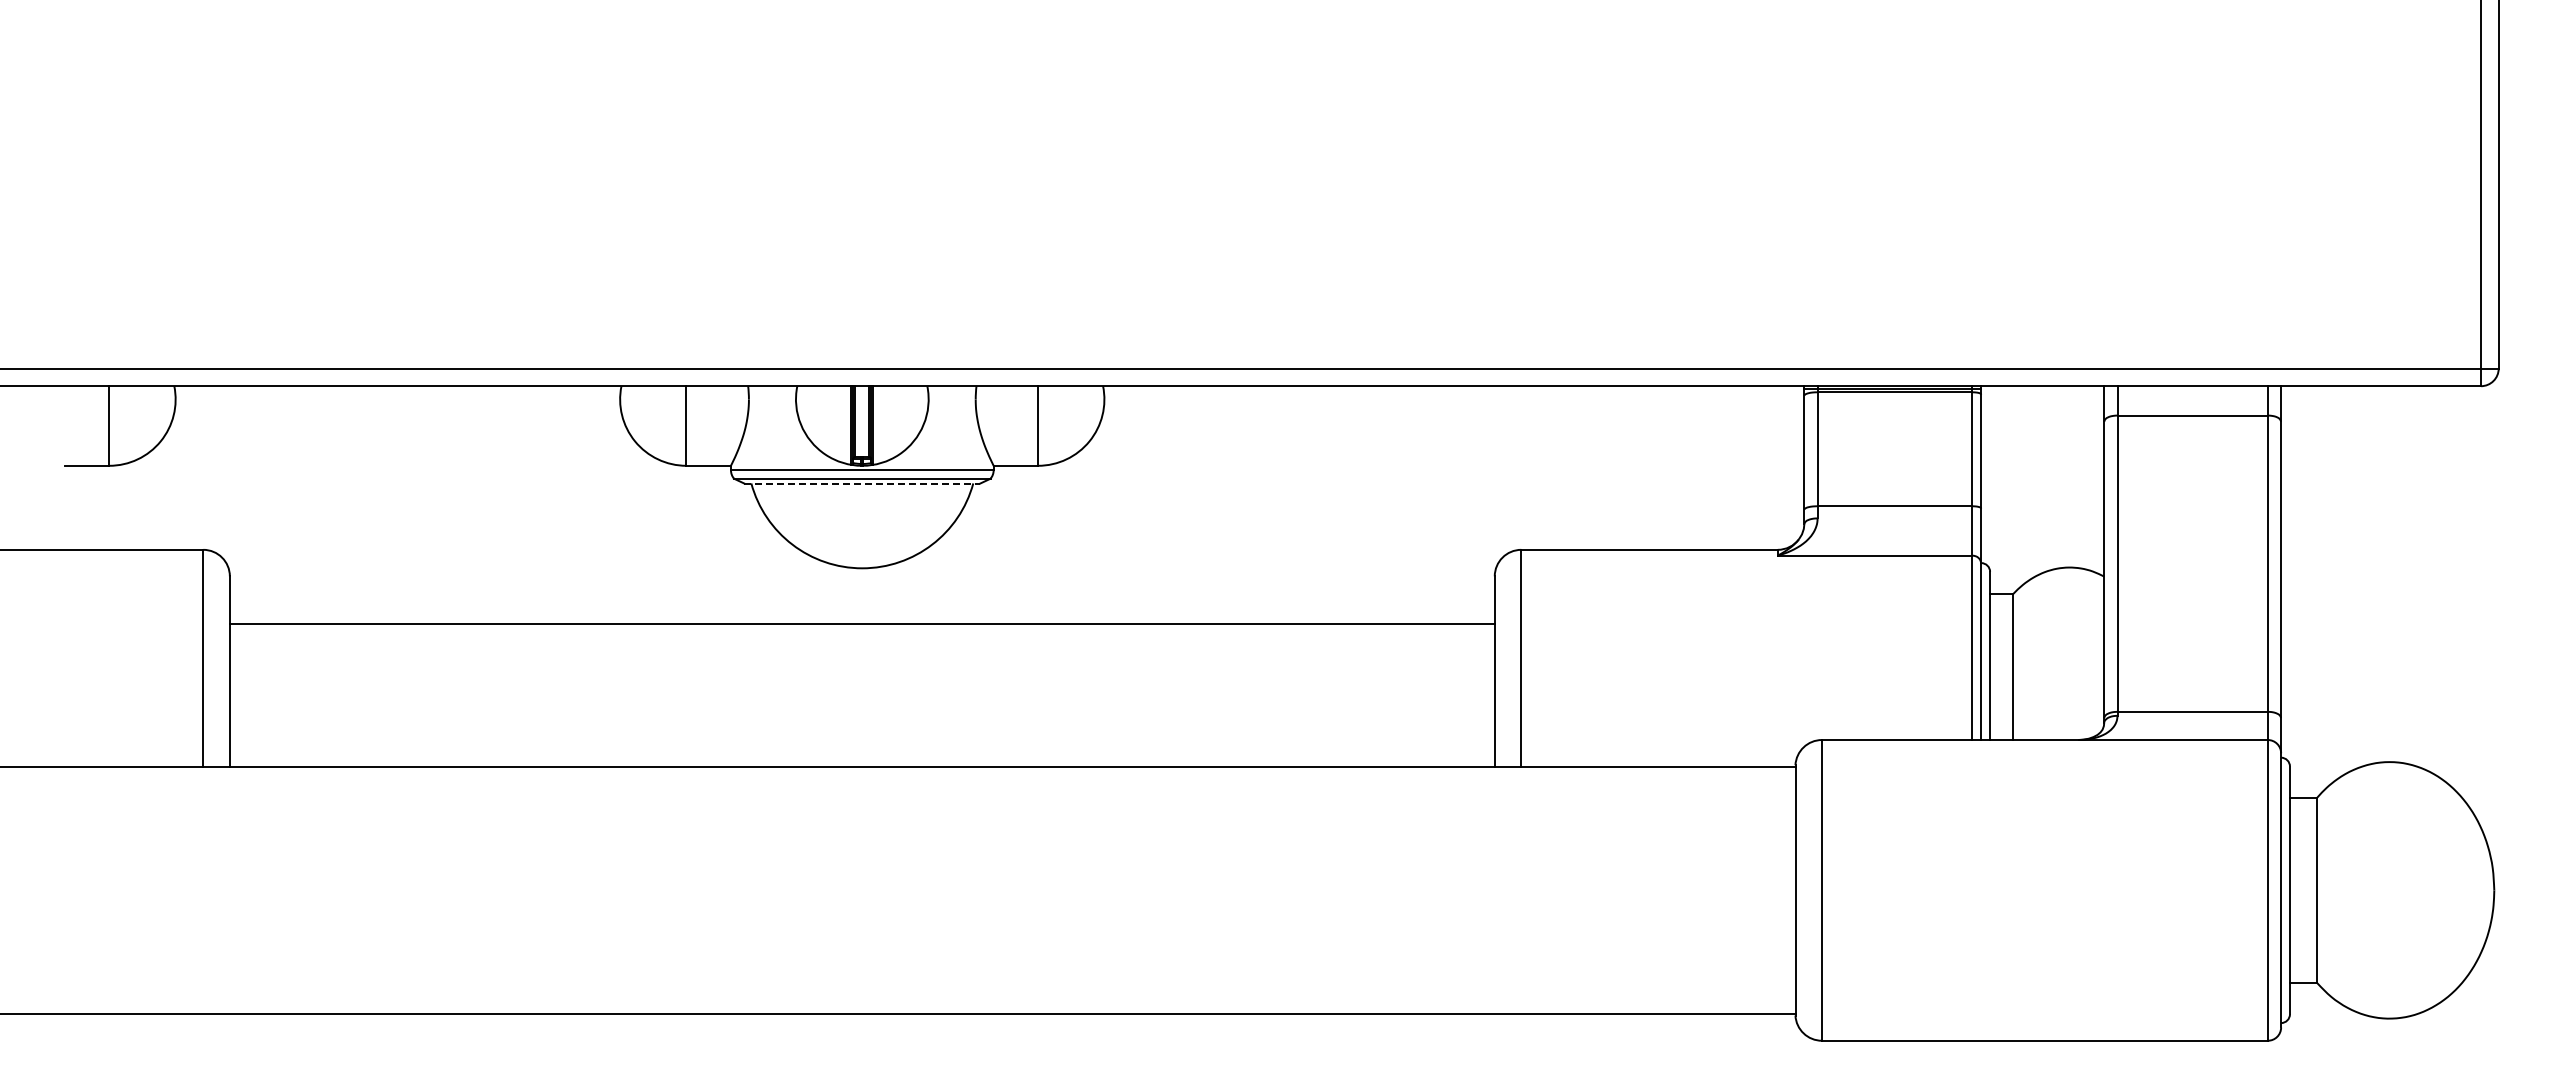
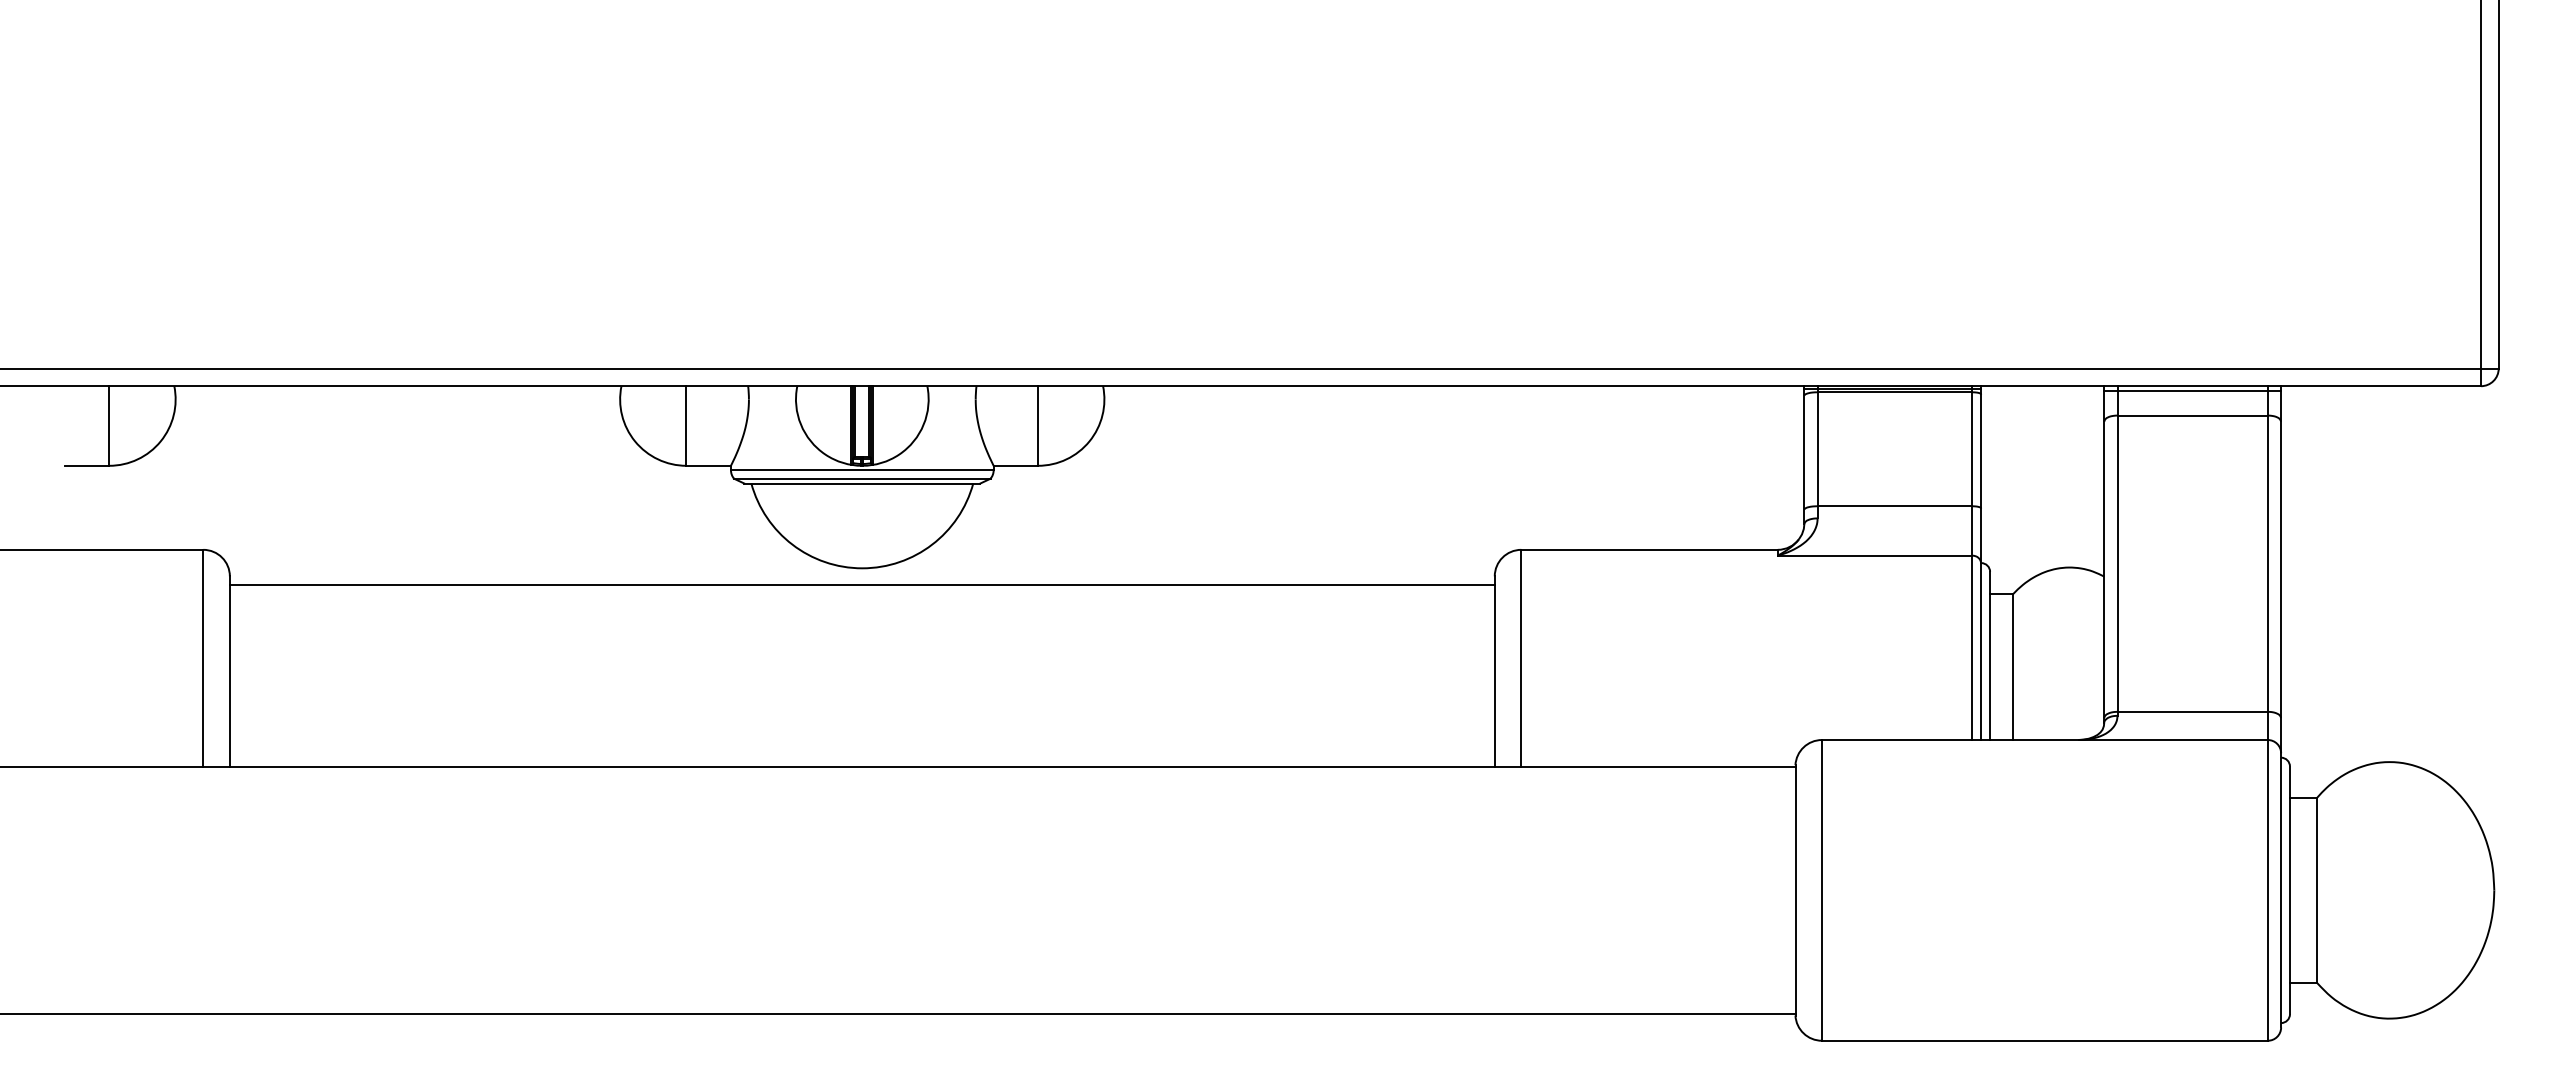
line at (2192, 390): none -> present
line at (862, 483): dashed -> solid
line at (861, 624) position: (861, 624) -> (861, 585)
